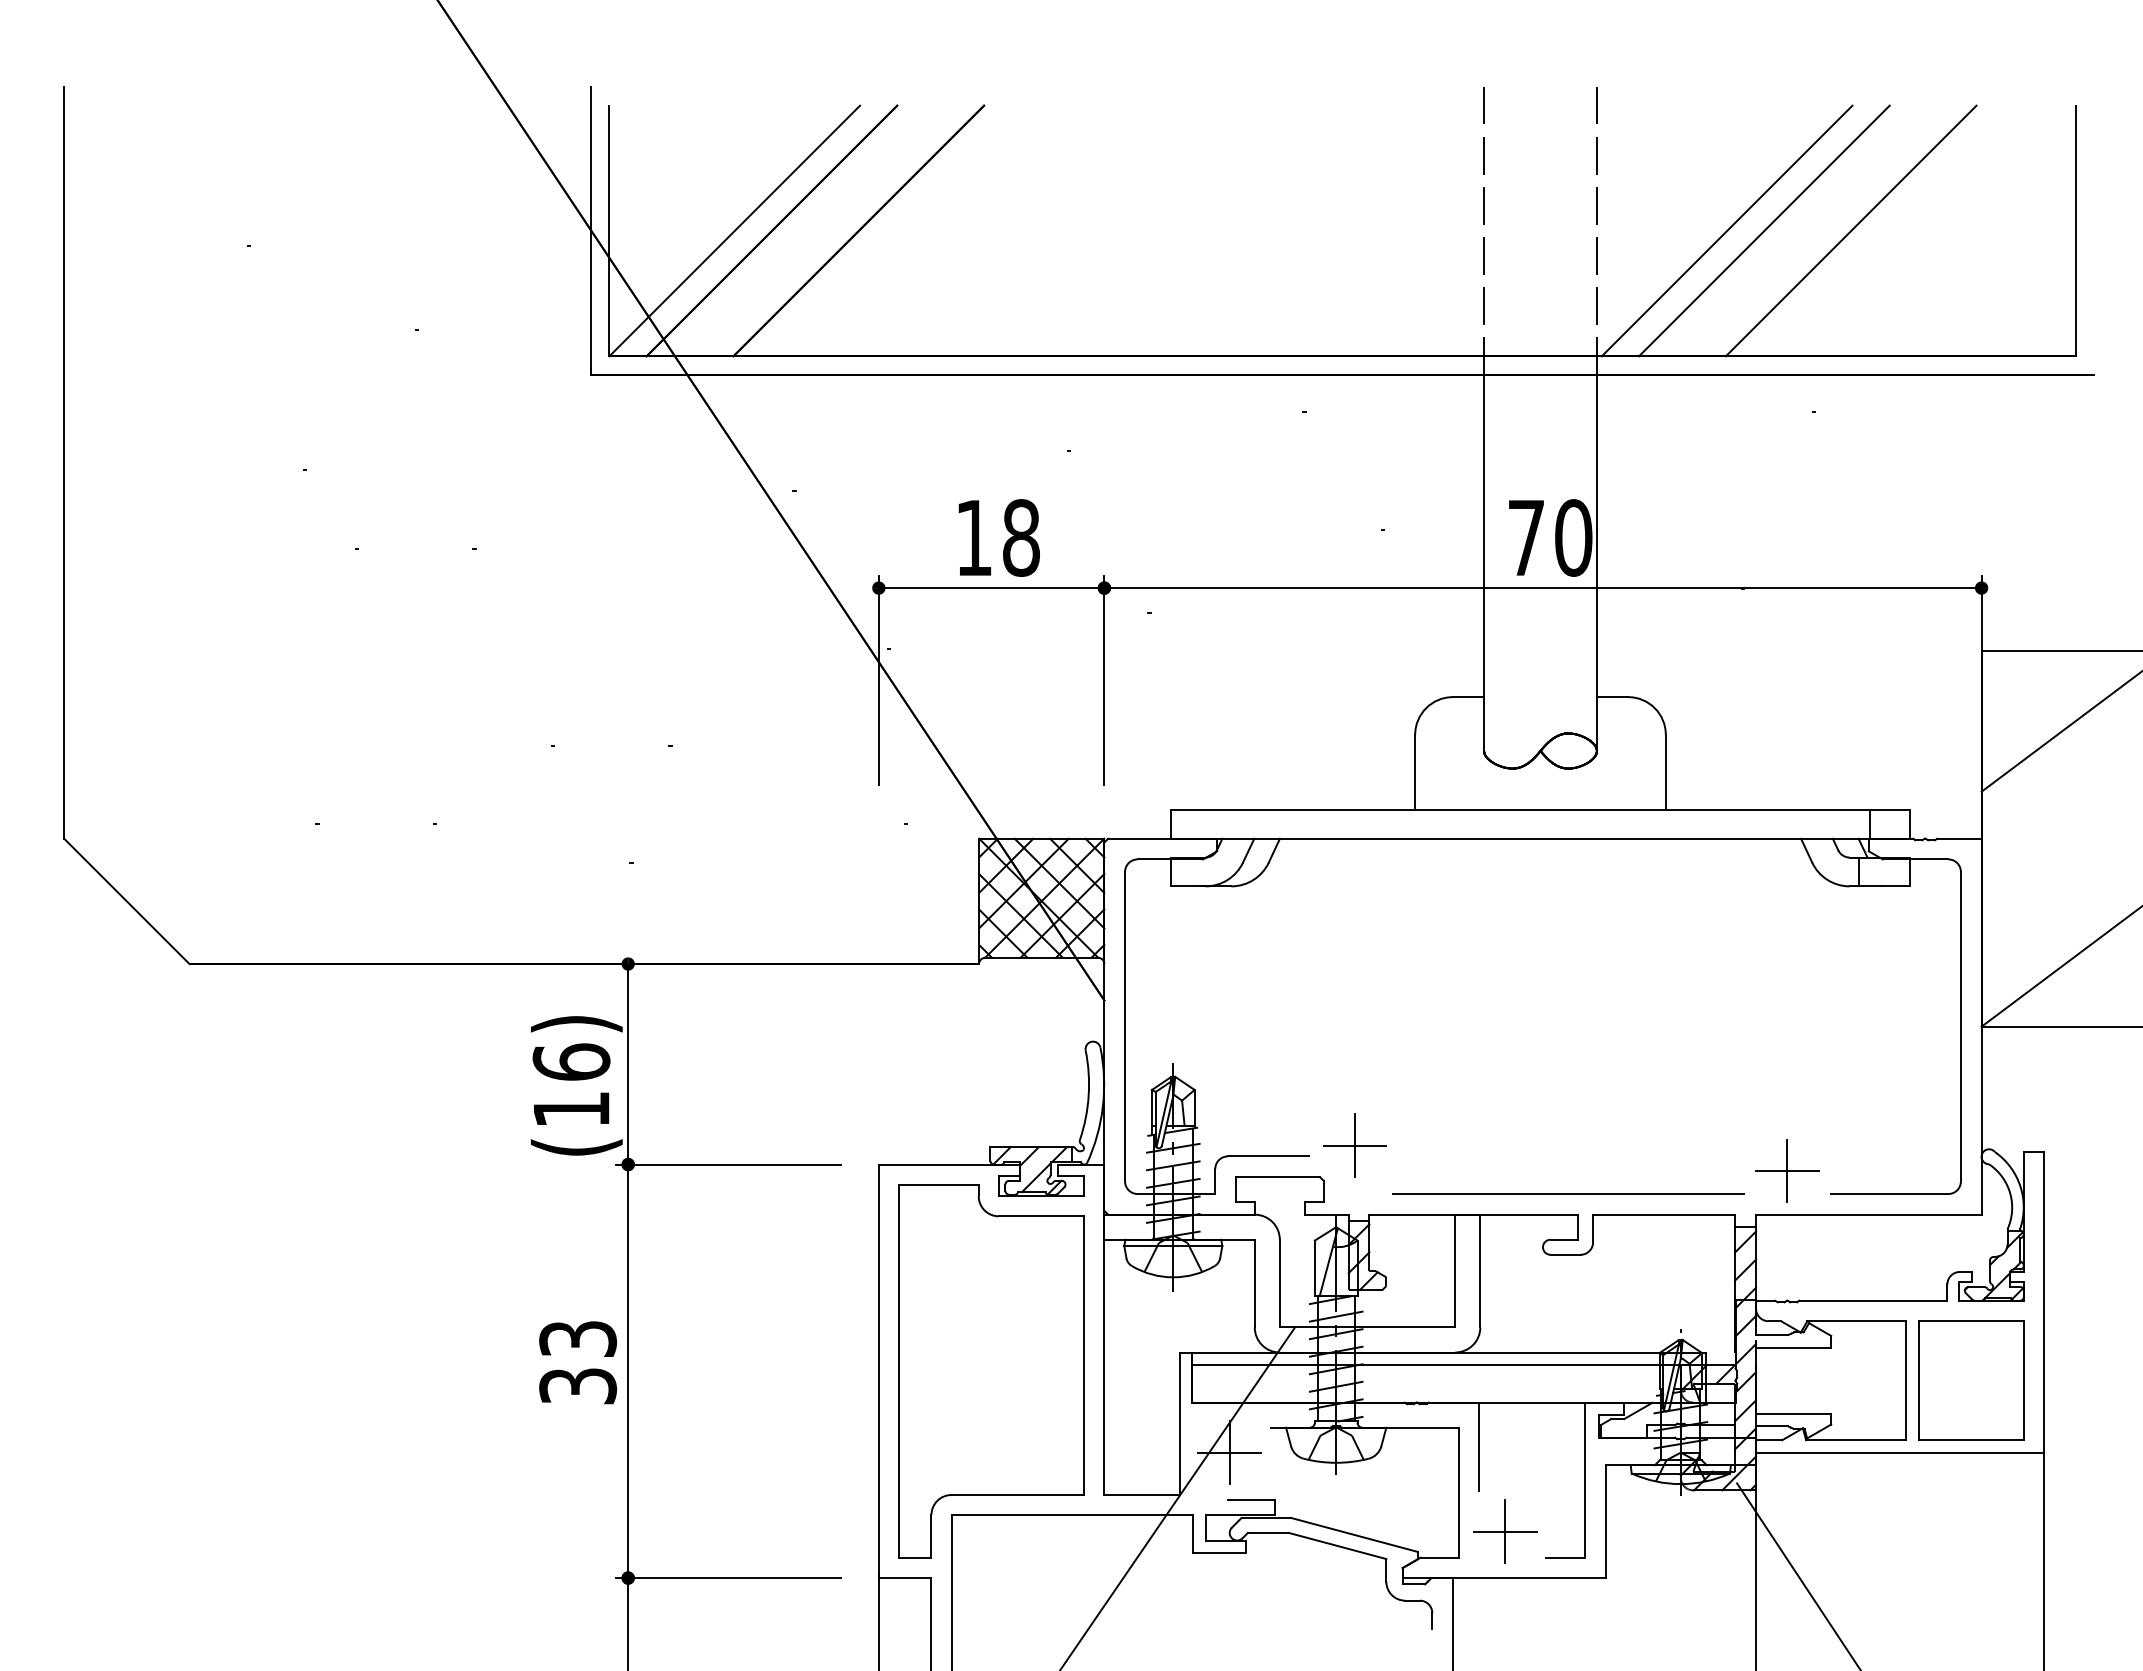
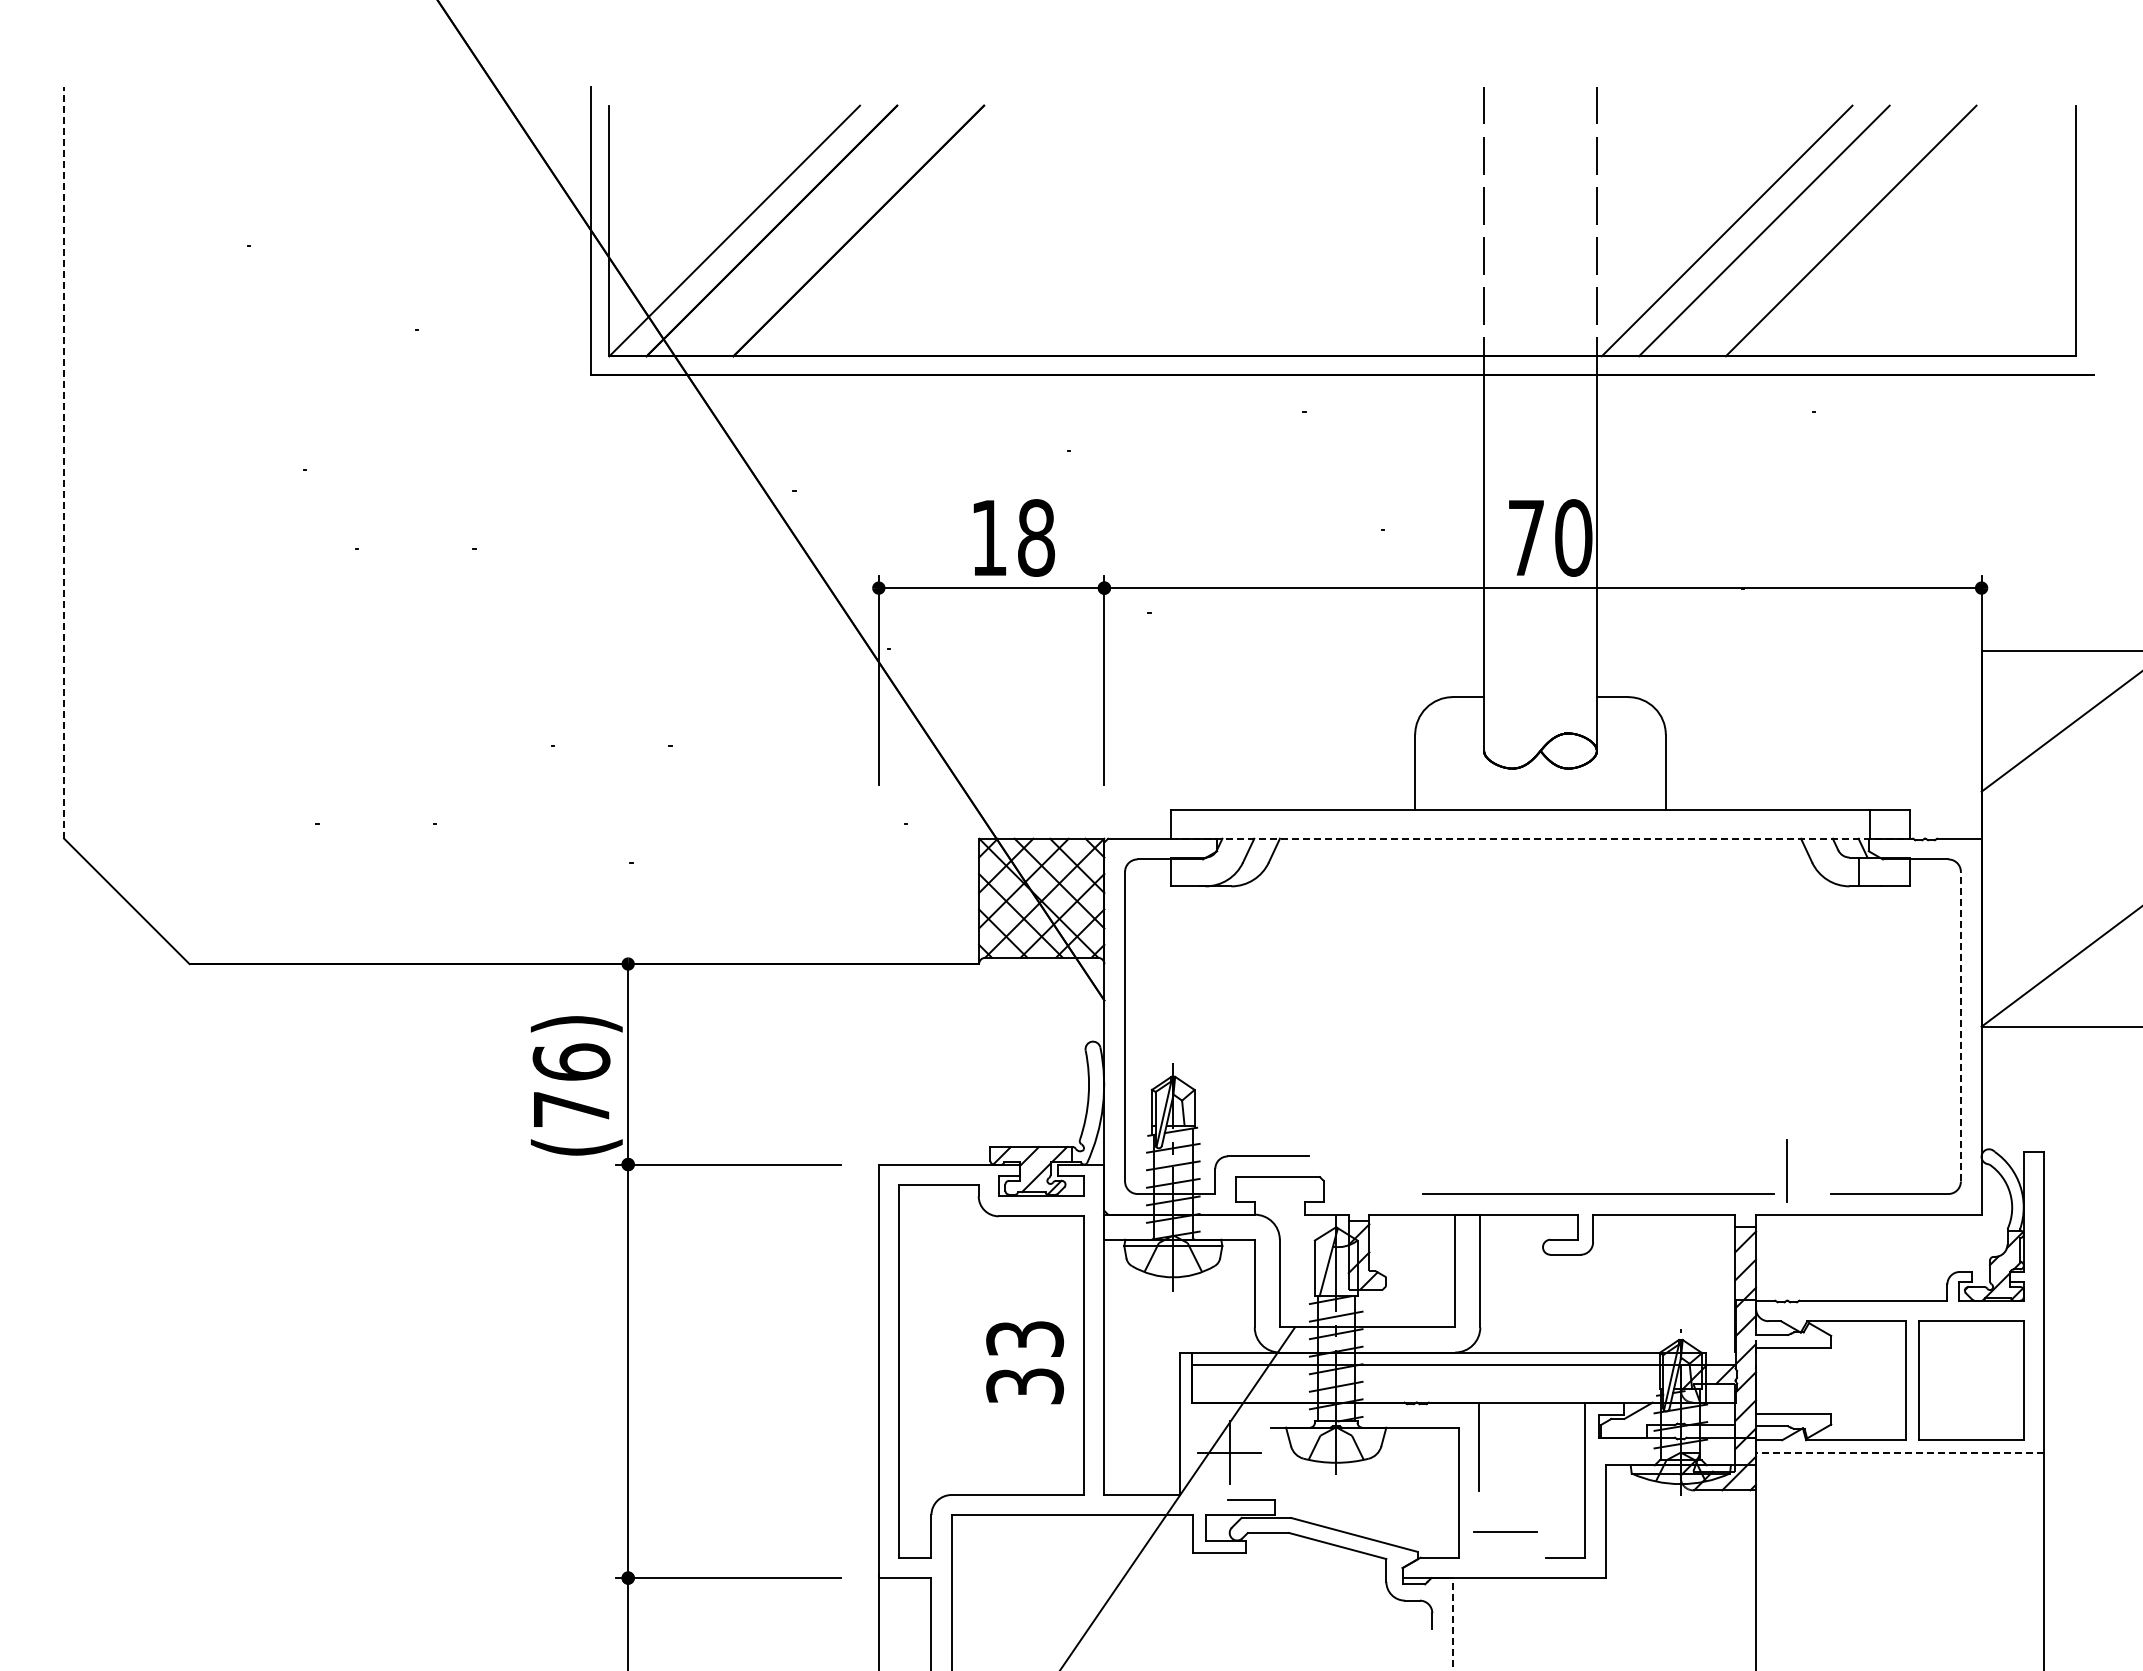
line at (64, 462): solid -> dashed
text at (998, 537) position: (998, 537) -> (1013, 537)
line at (1540, 838): solid -> dashed
line at (1960, 1026): solid -> dashed
text at (571, 1109): (16) -> (76)
part at (1354, 1145): present -> none
line at (1787, 1170): present -> none
line at (1568, 1193) position: (1568, 1193) -> (1598, 1193)
text at (577, 1362) position: (577, 1362) -> (1024, 1362)
line at (1899, 1452): solid -> dashed
line at (1505, 1531): present -> none
line at (1798, 1575): present -> none
line at (1452, 1624): solid -> dashed
